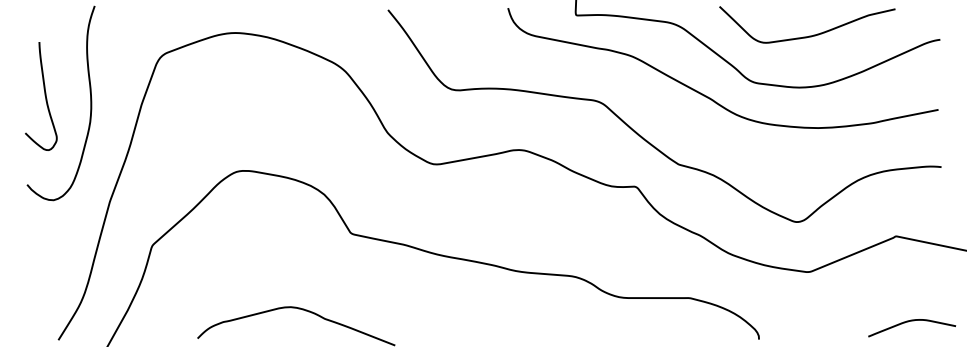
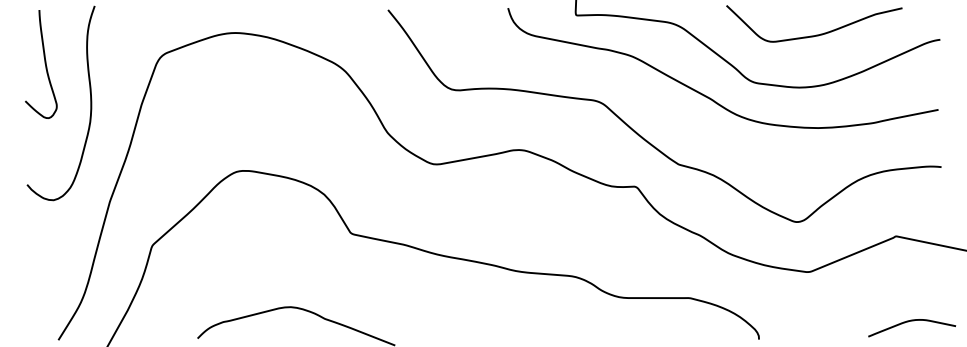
curve at (809, 35) position: (809, 35) -> (816, 34)
curve at (44, 95) position: (44, 95) -> (44, 63)
